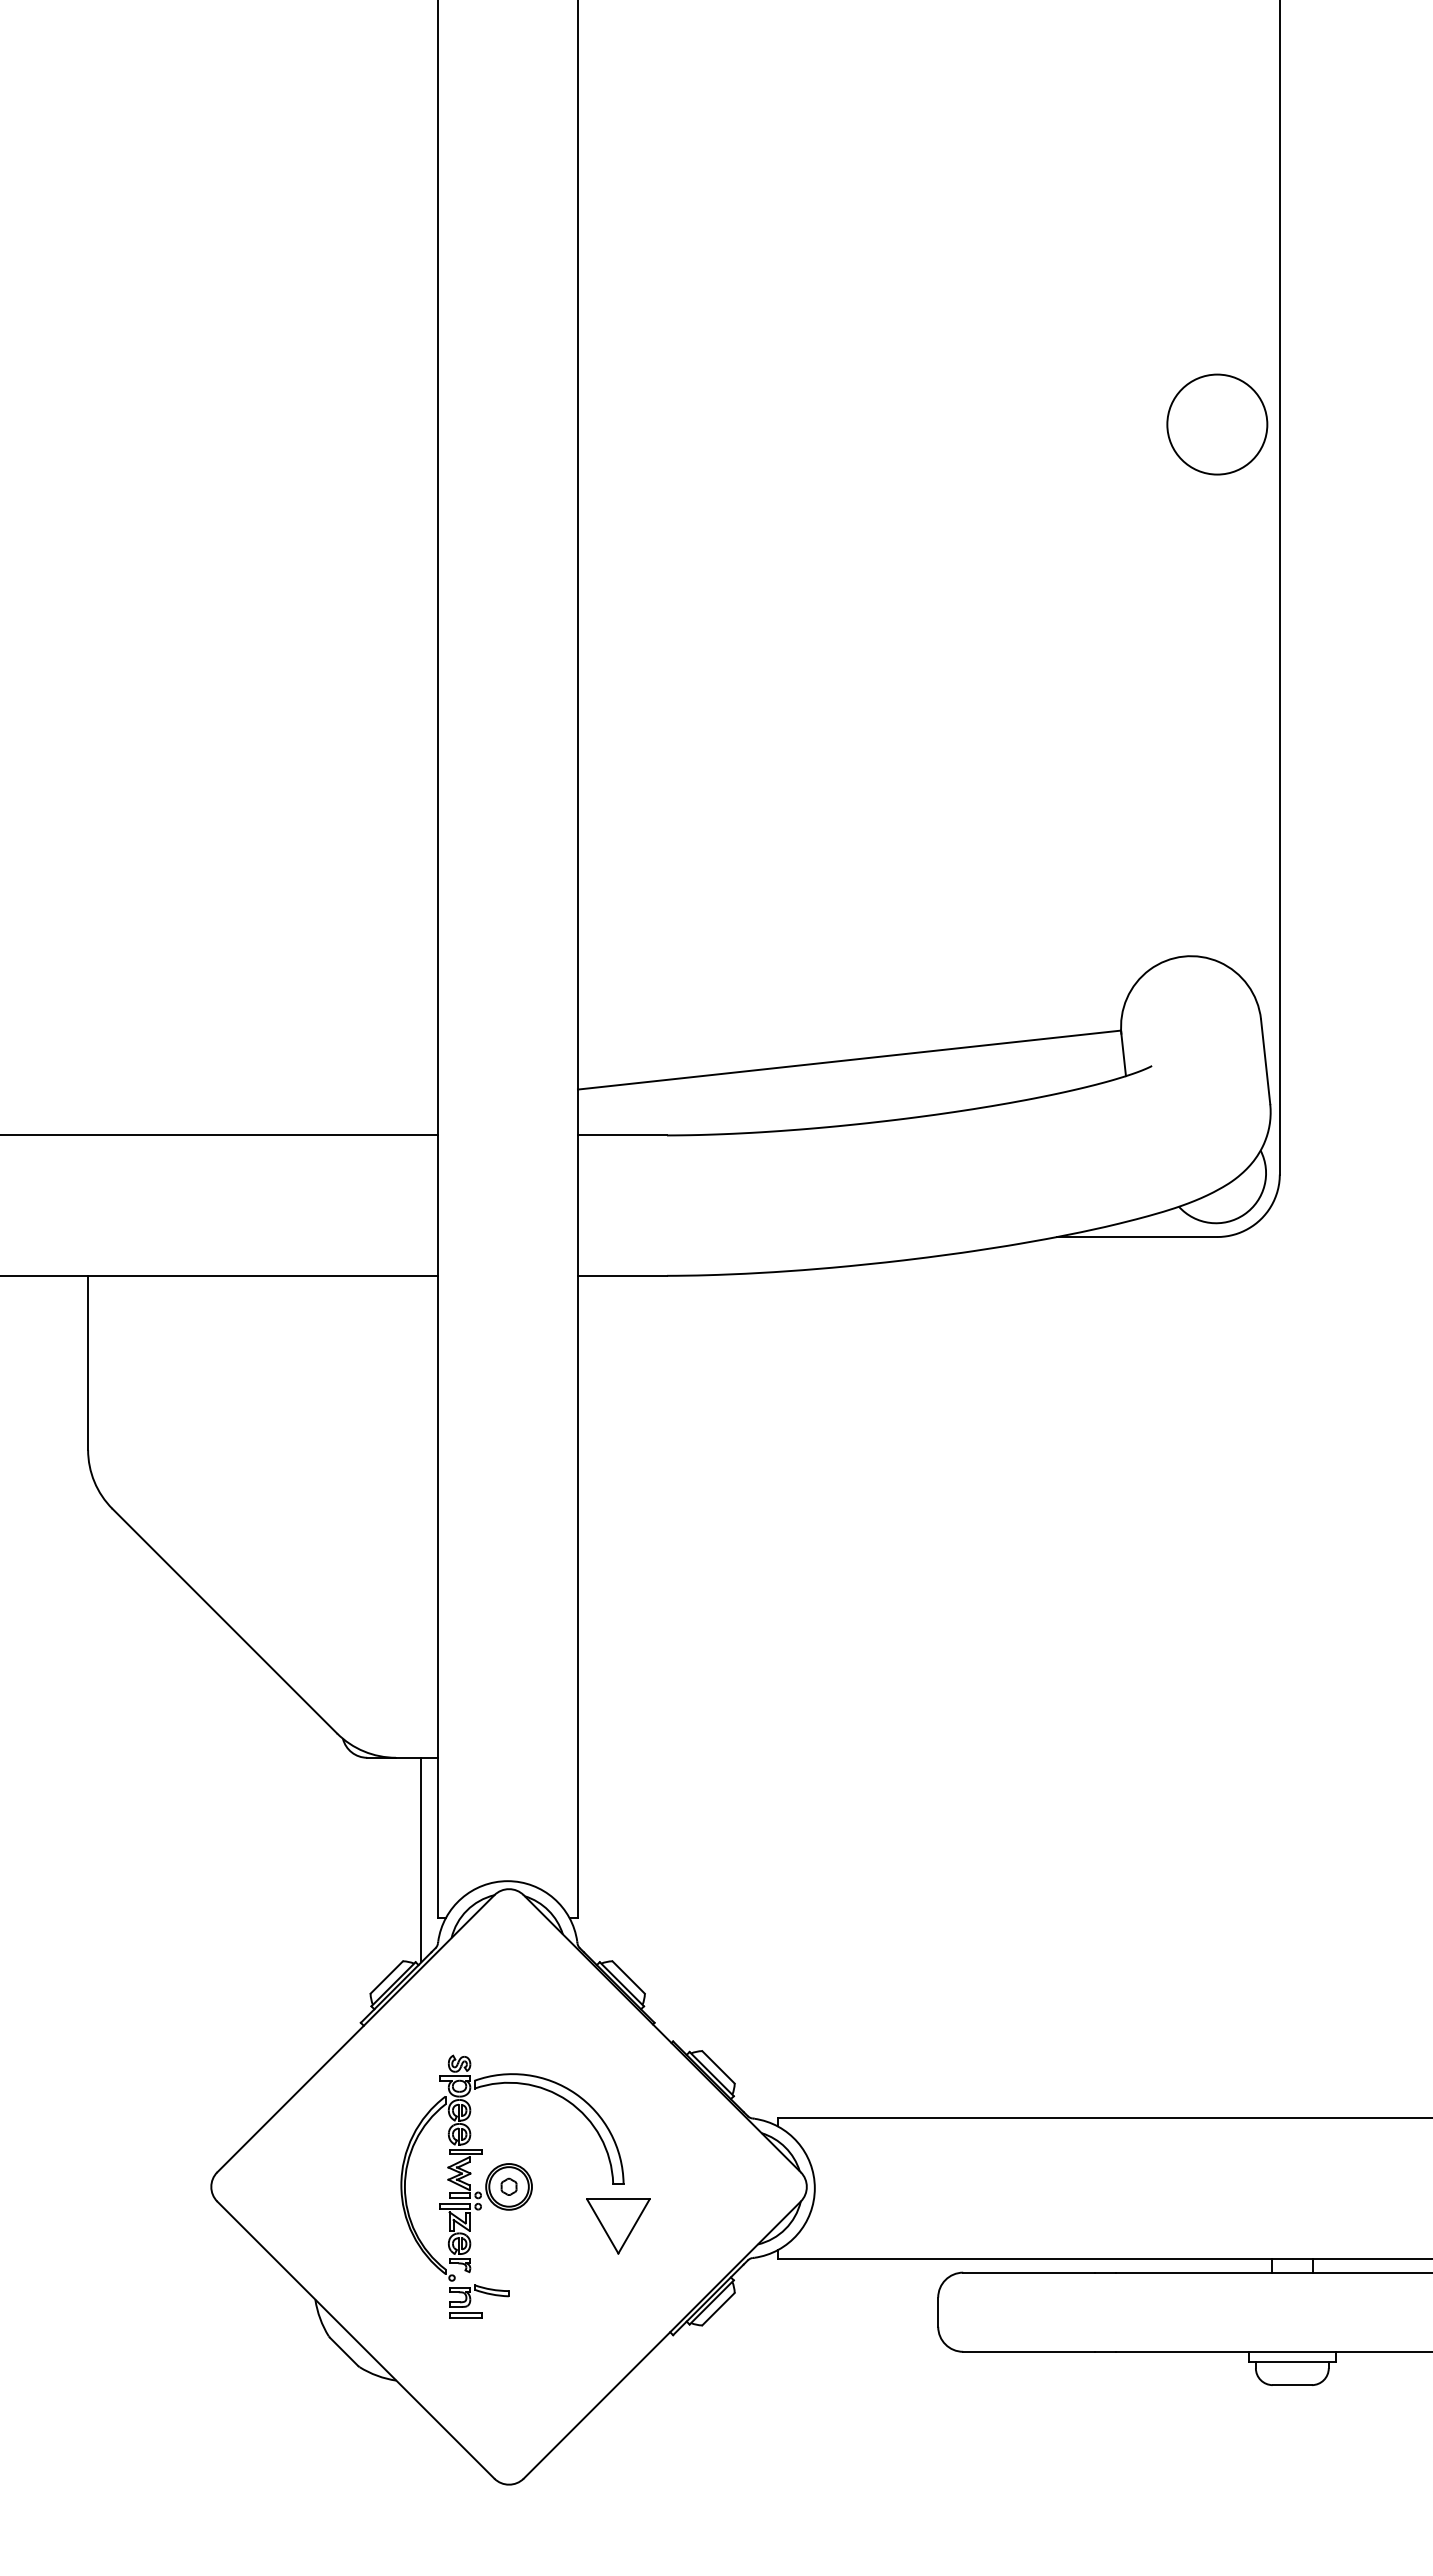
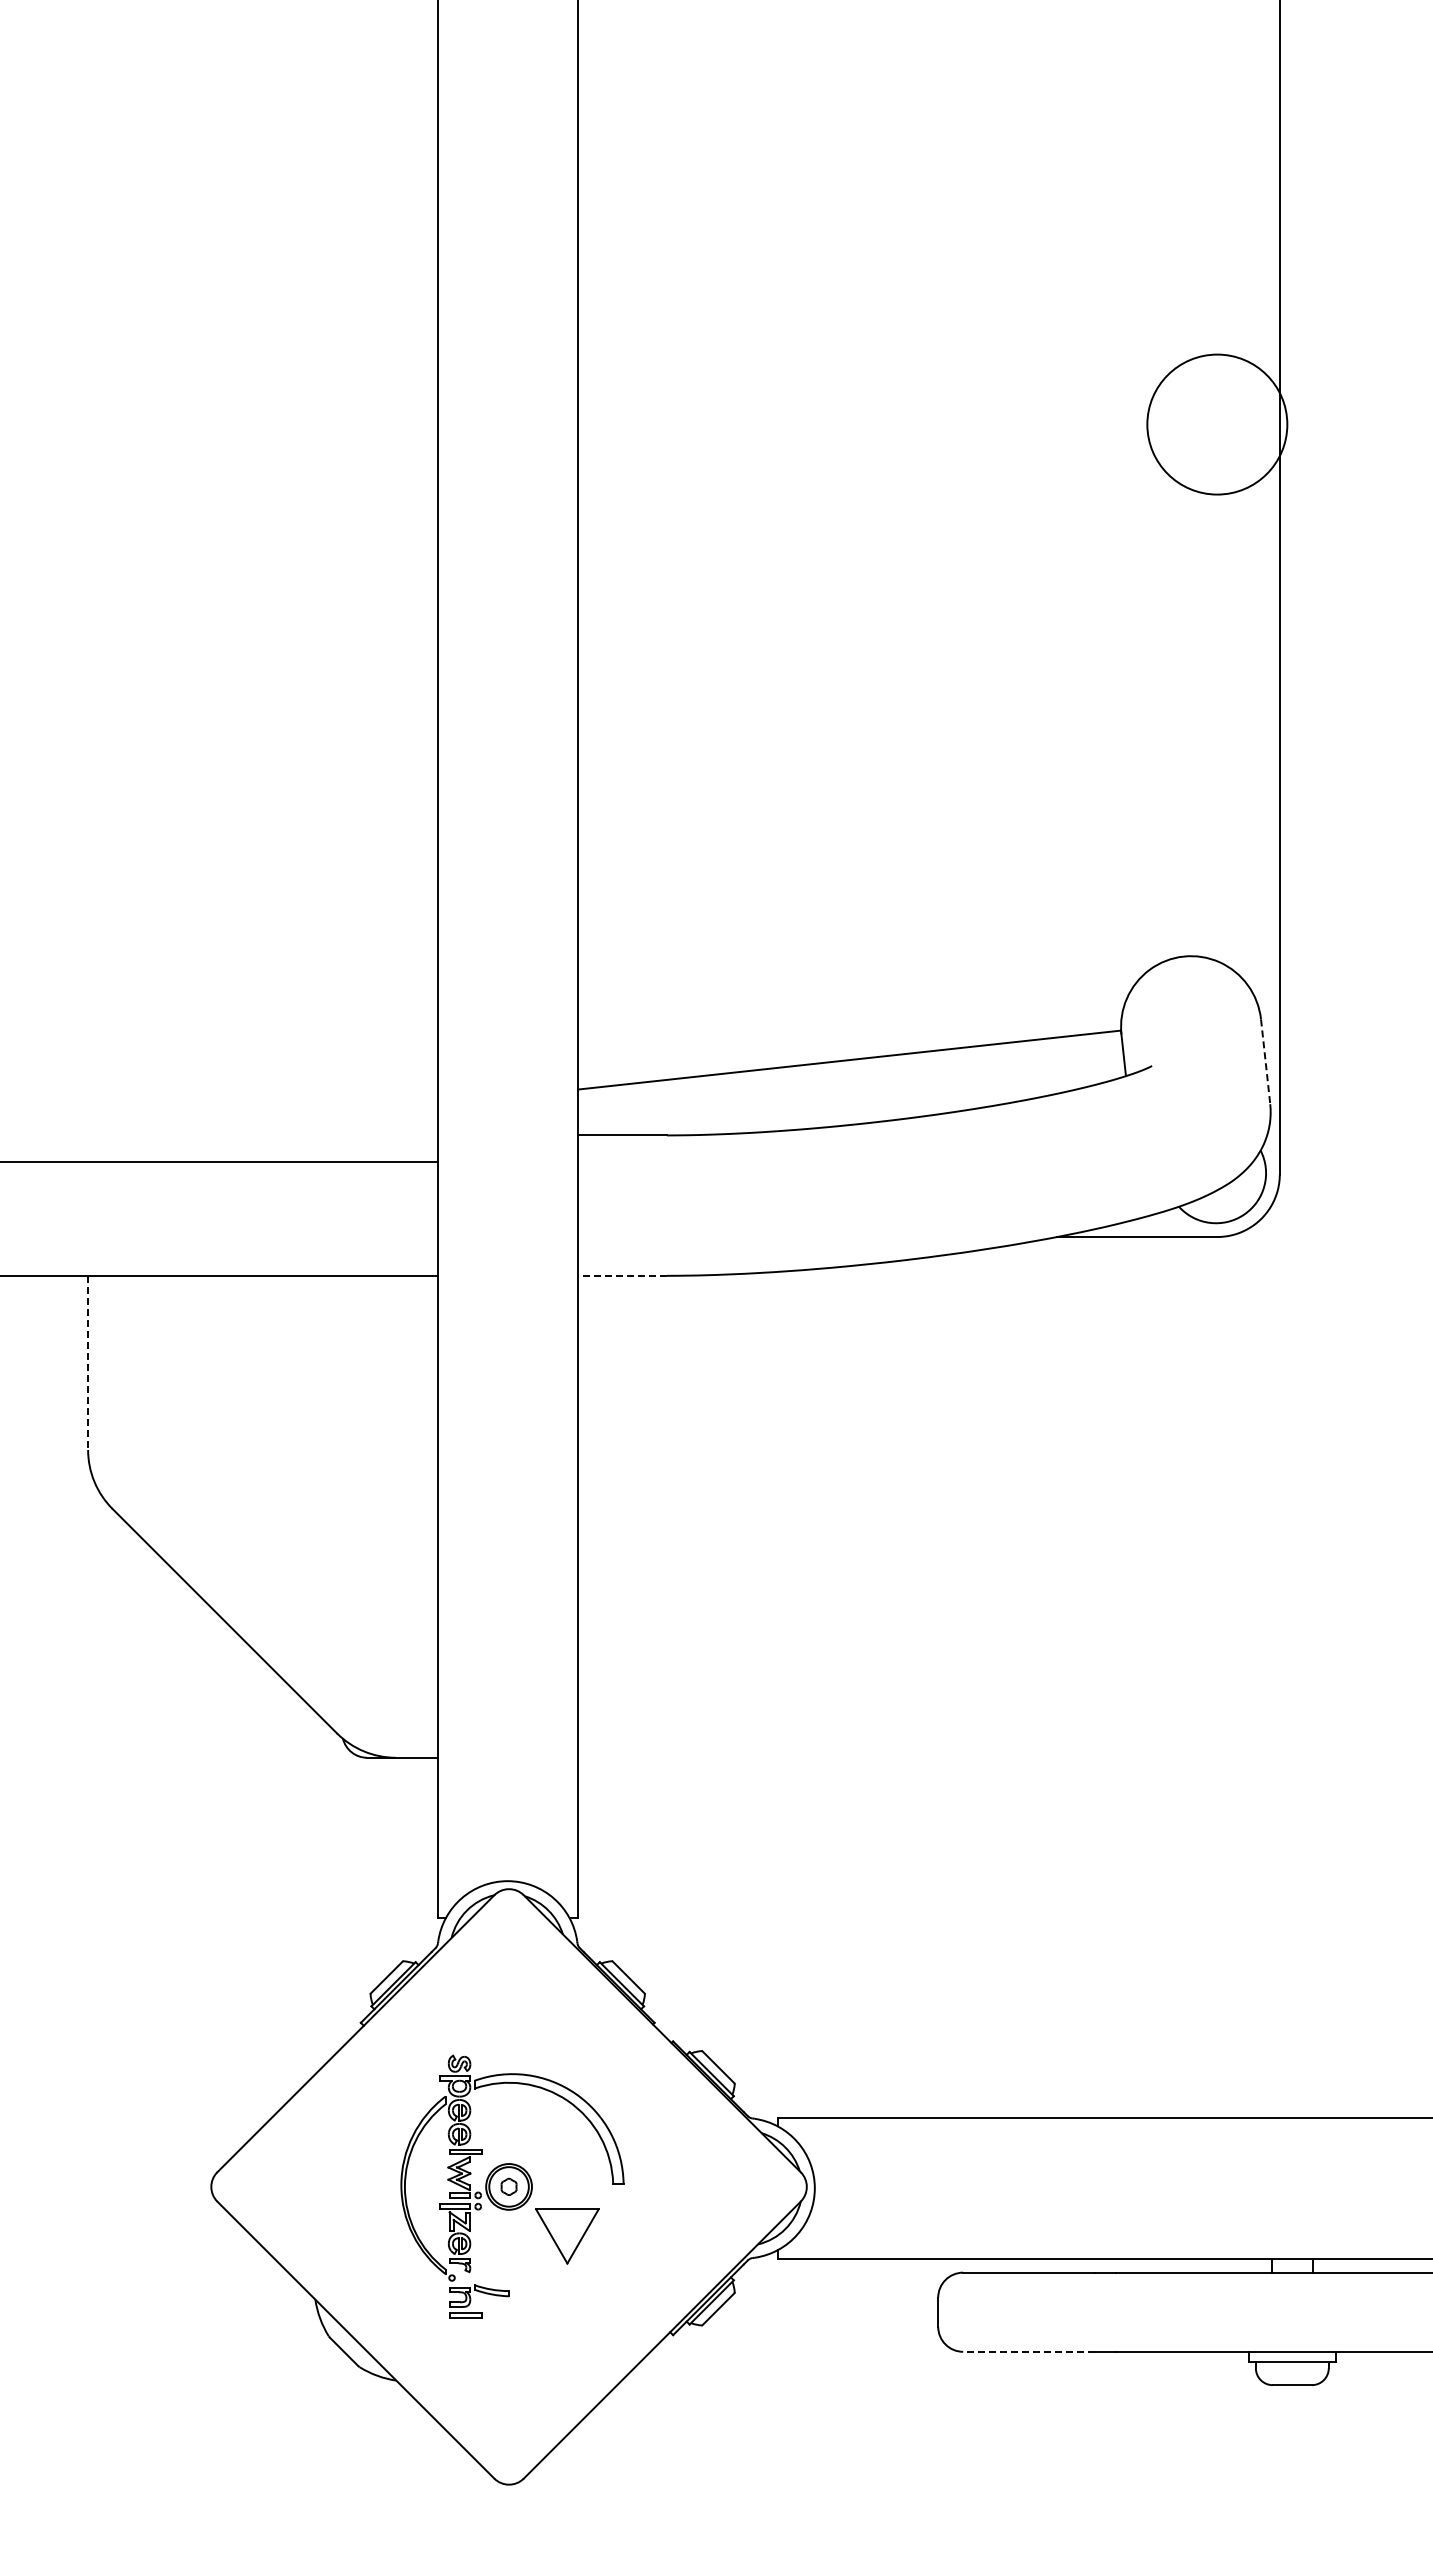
circle at (1217, 424) diameter: 100 px -> 140 px
line at (1265, 1061): solid -> dashed
line at (219, 1135) position: (219, 1135) -> (219, 1162)
line at (622, 1275): solid -> dashed
line at (88, 1363): solid -> dashed
line at (421, 1859): present -> none
part at (618, 2226) position: (618, 2226) -> (567, 2236)
line at (1028, 2351): solid -> dashed
